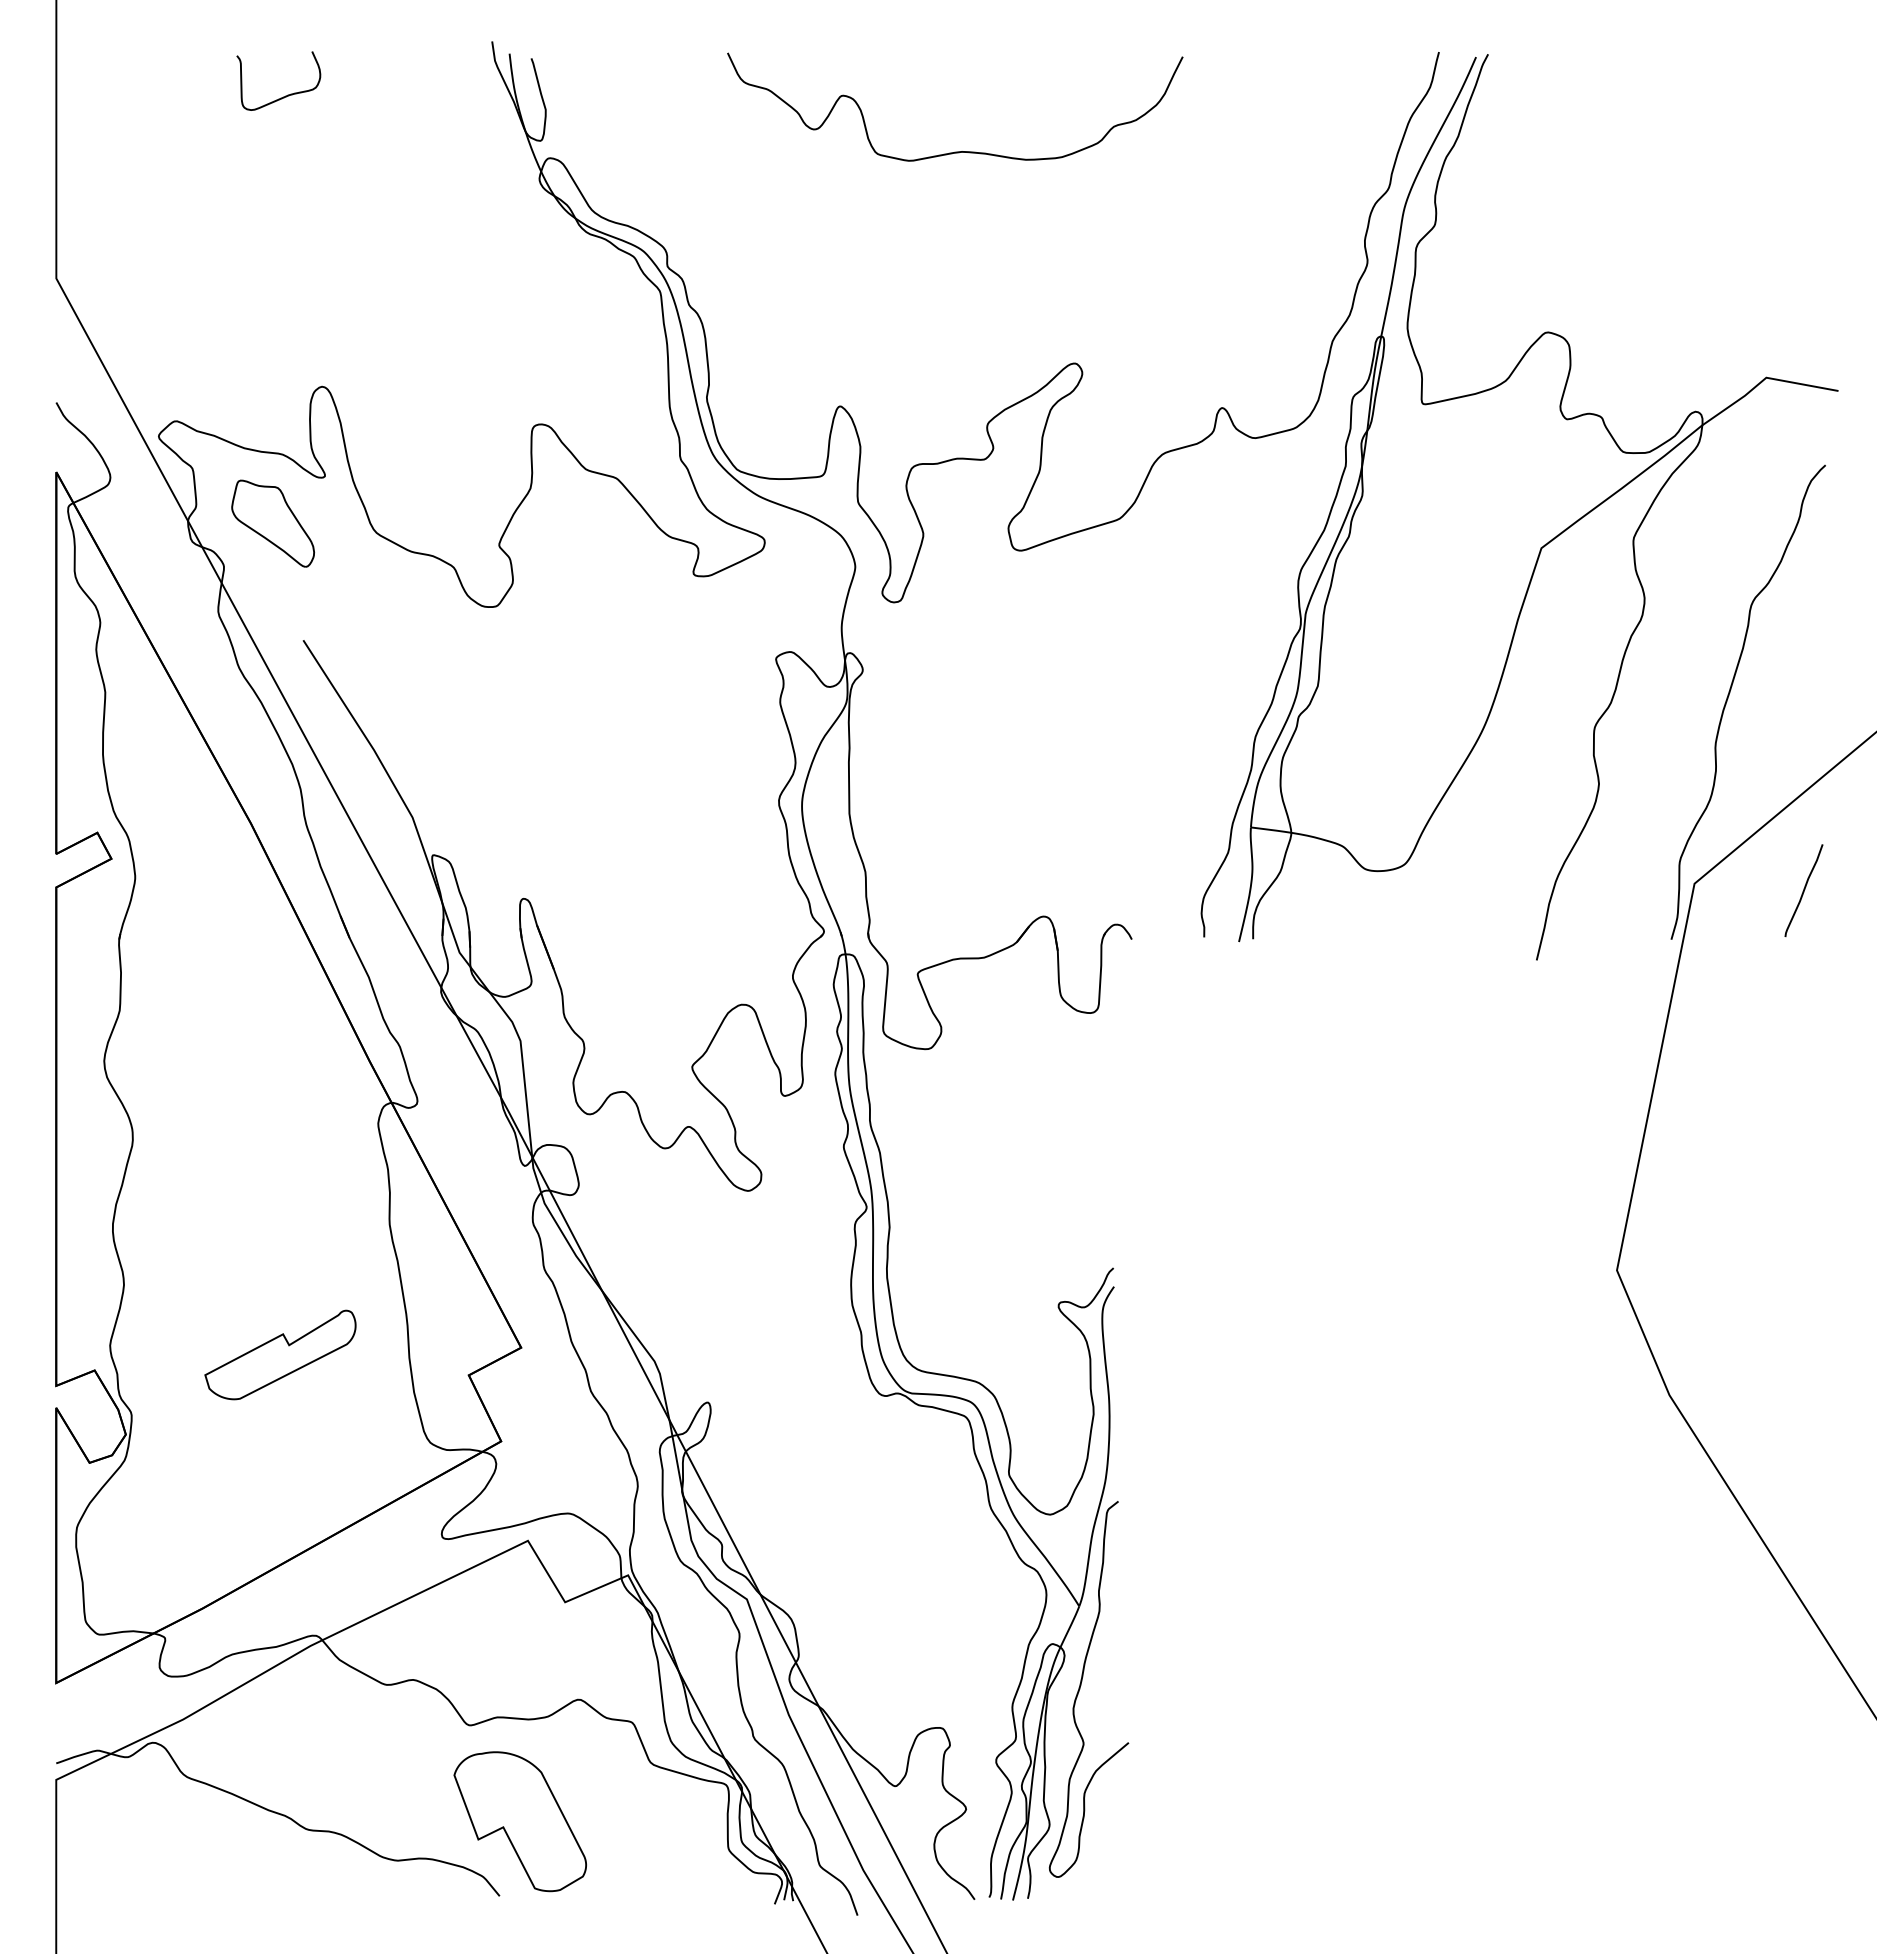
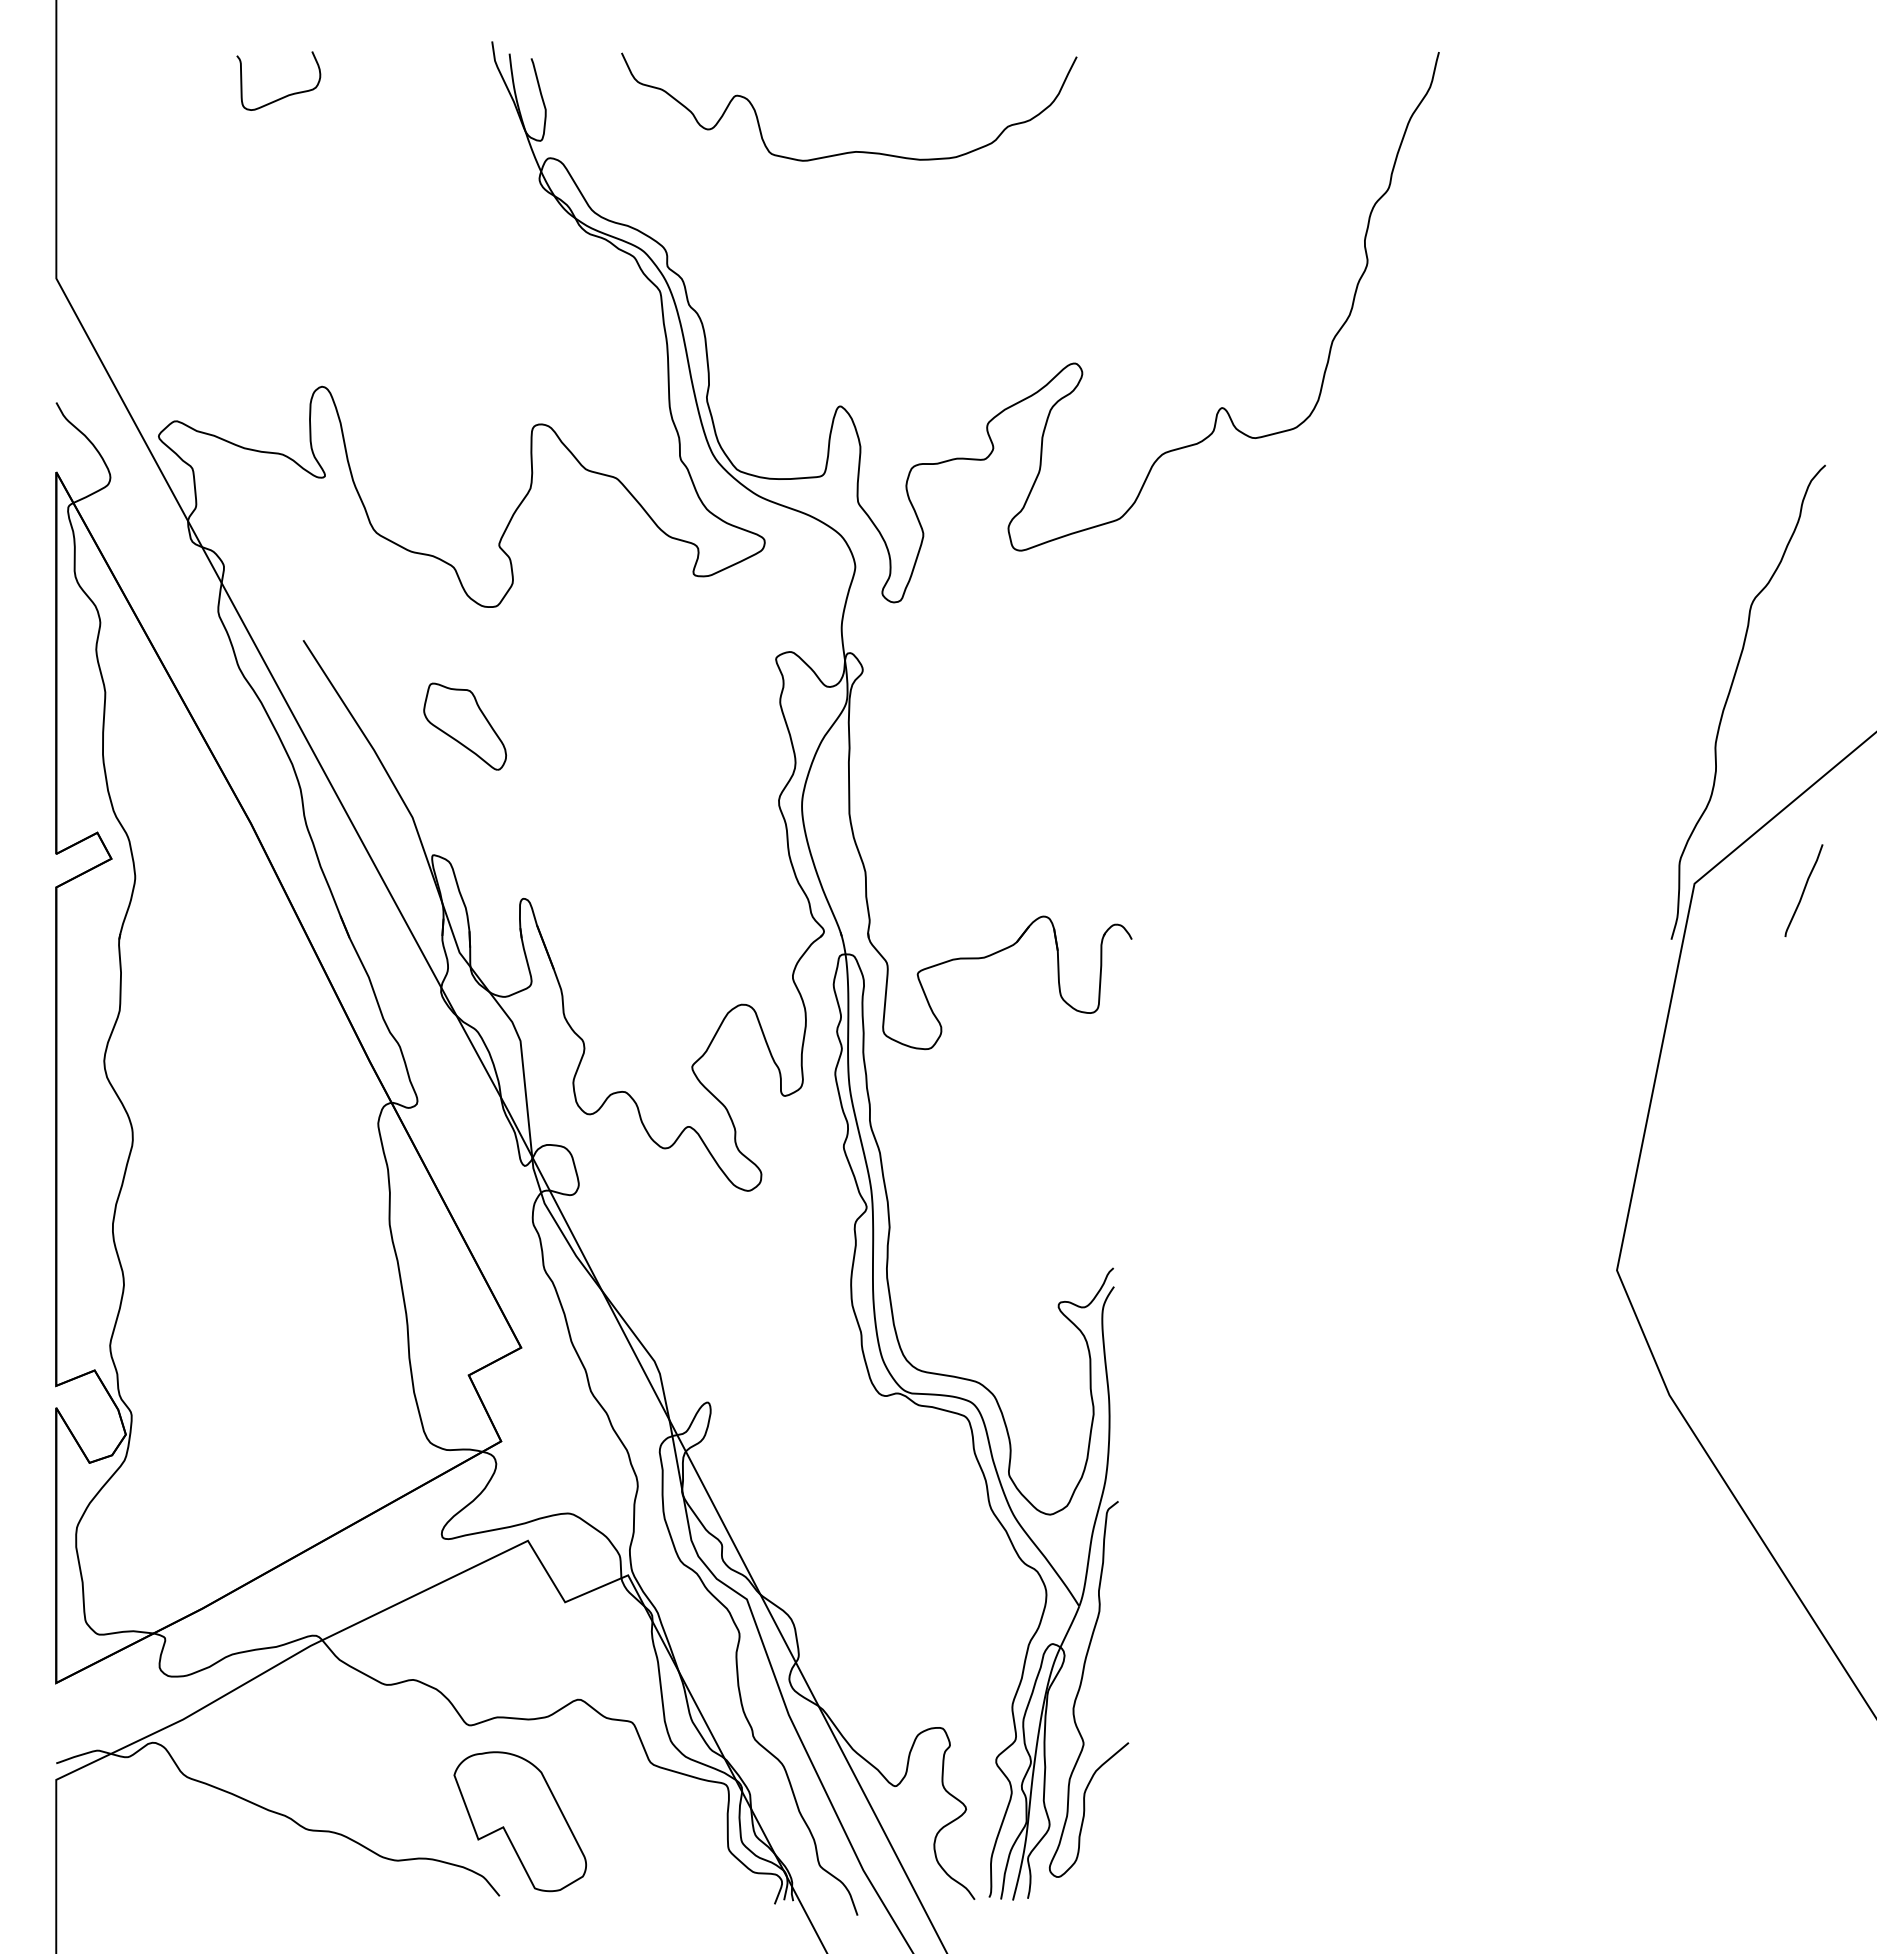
curve at (955, 151) position: (955, 151) -> (849, 151)
part at (272, 523) position: (272, 523) -> (464, 726)
part at (1544, 544): present -> none
part at (280, 1354): present -> none
